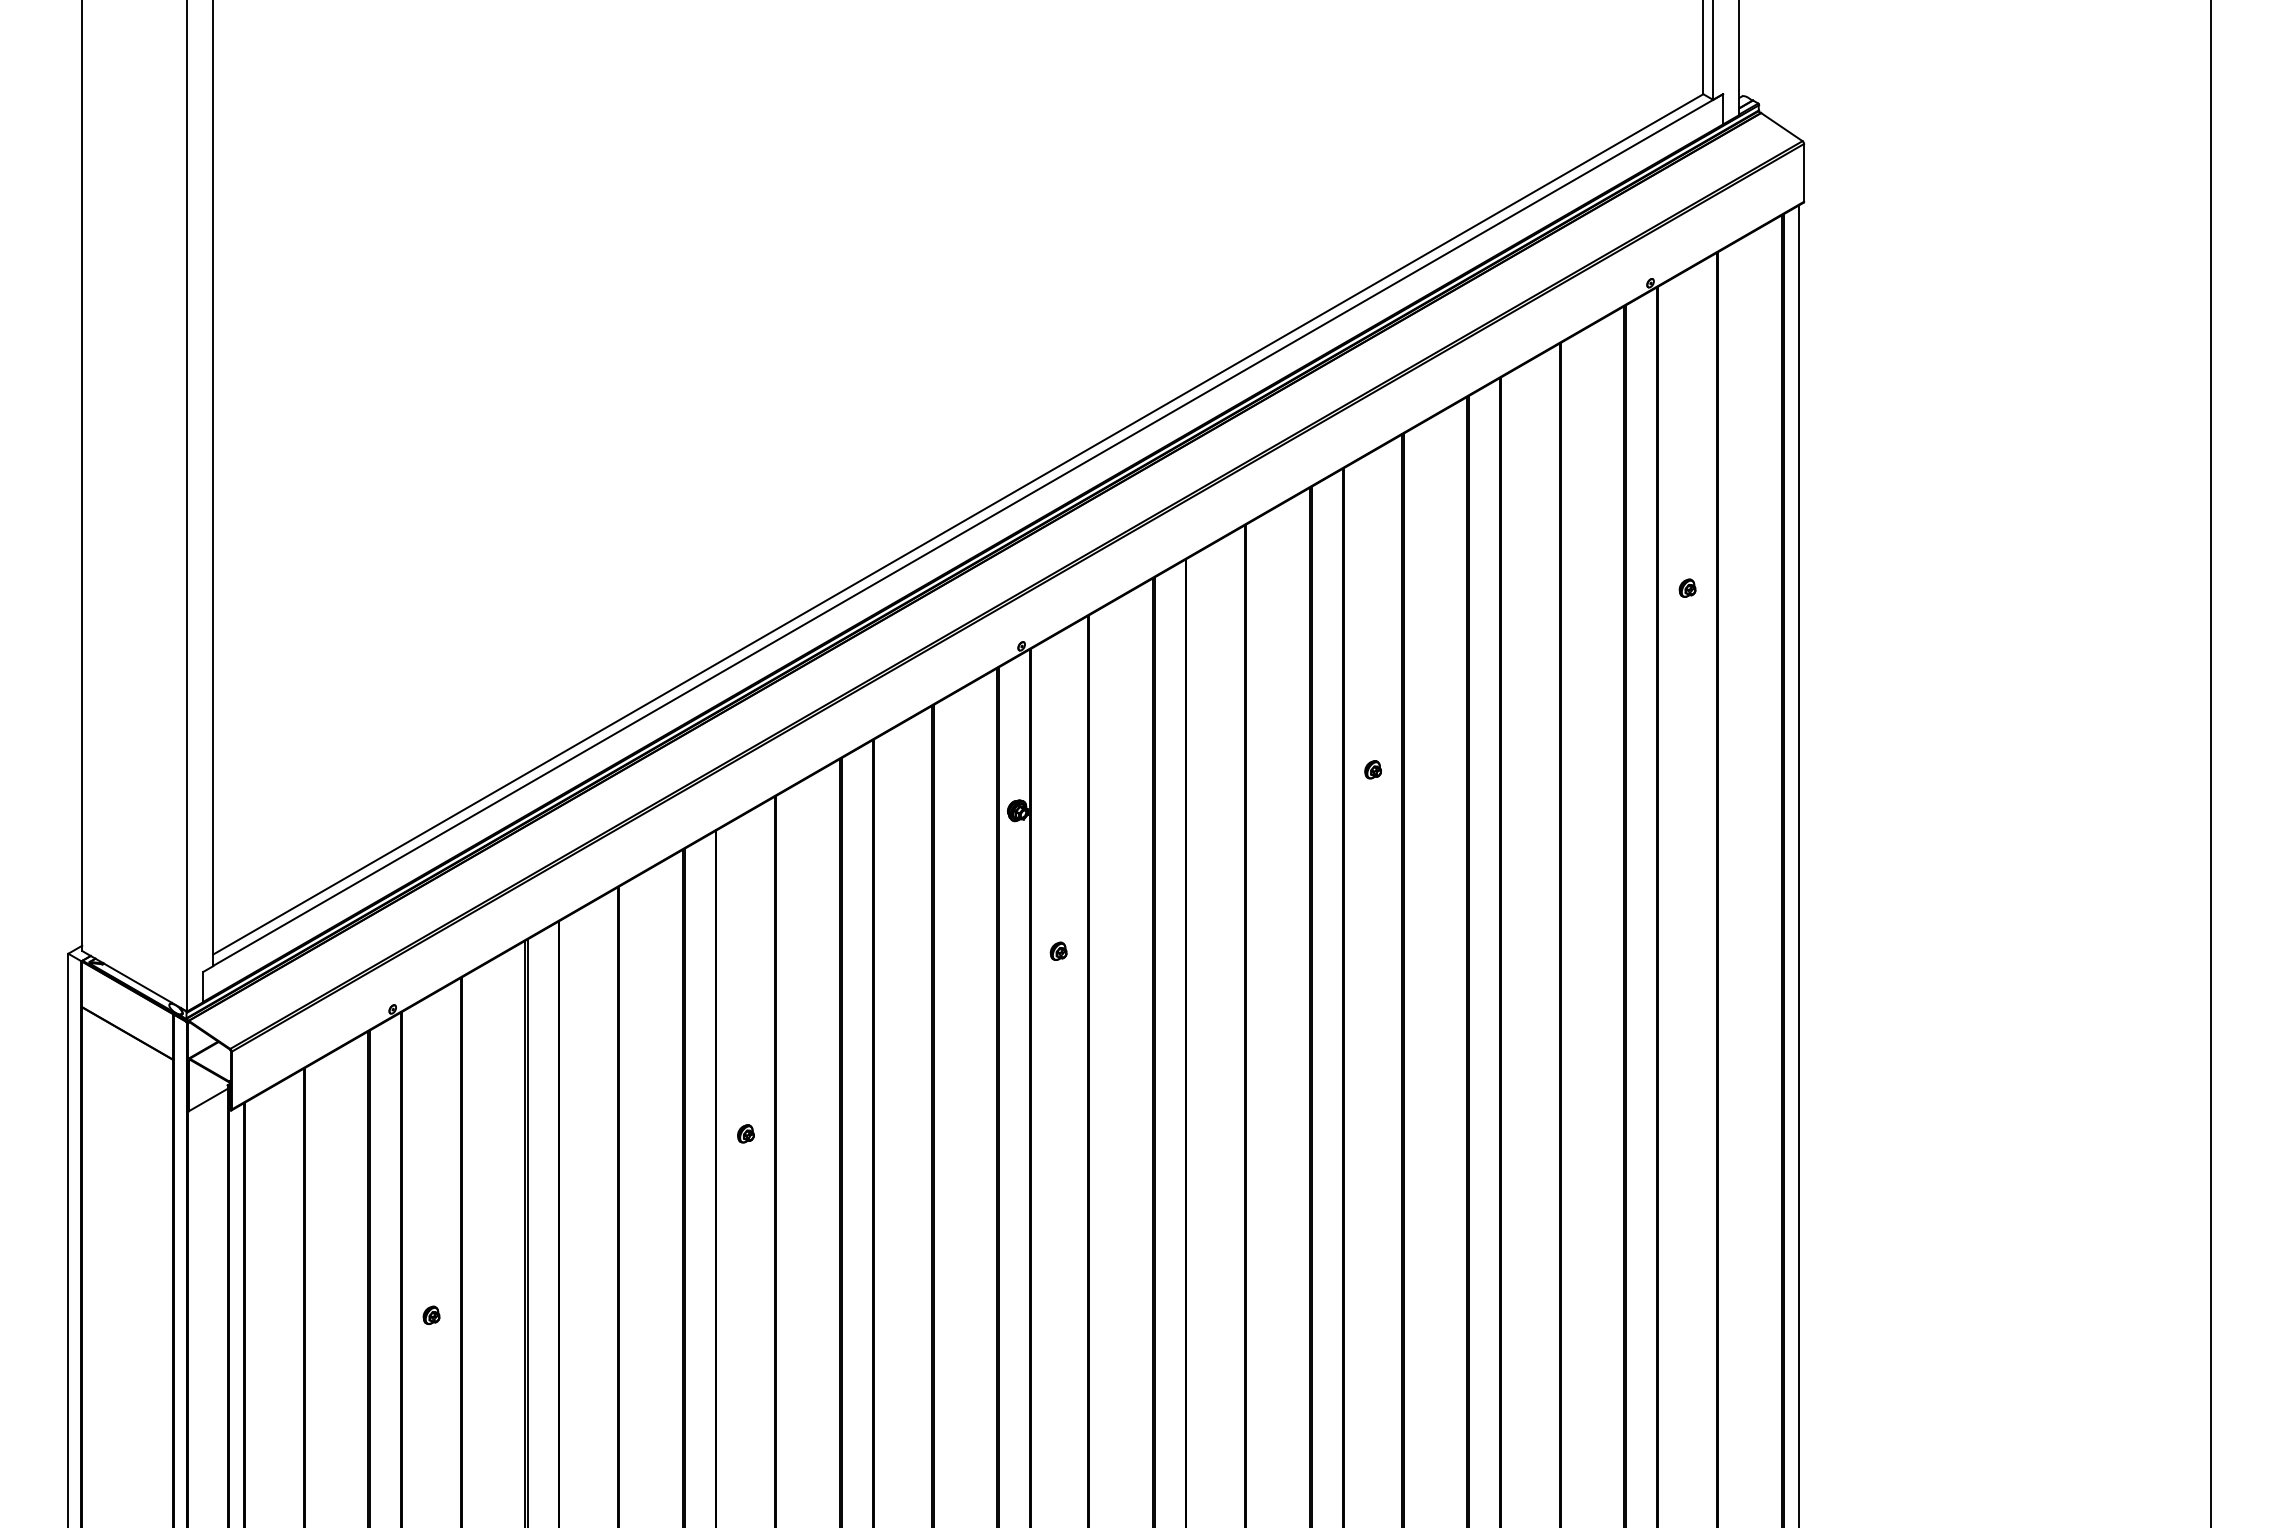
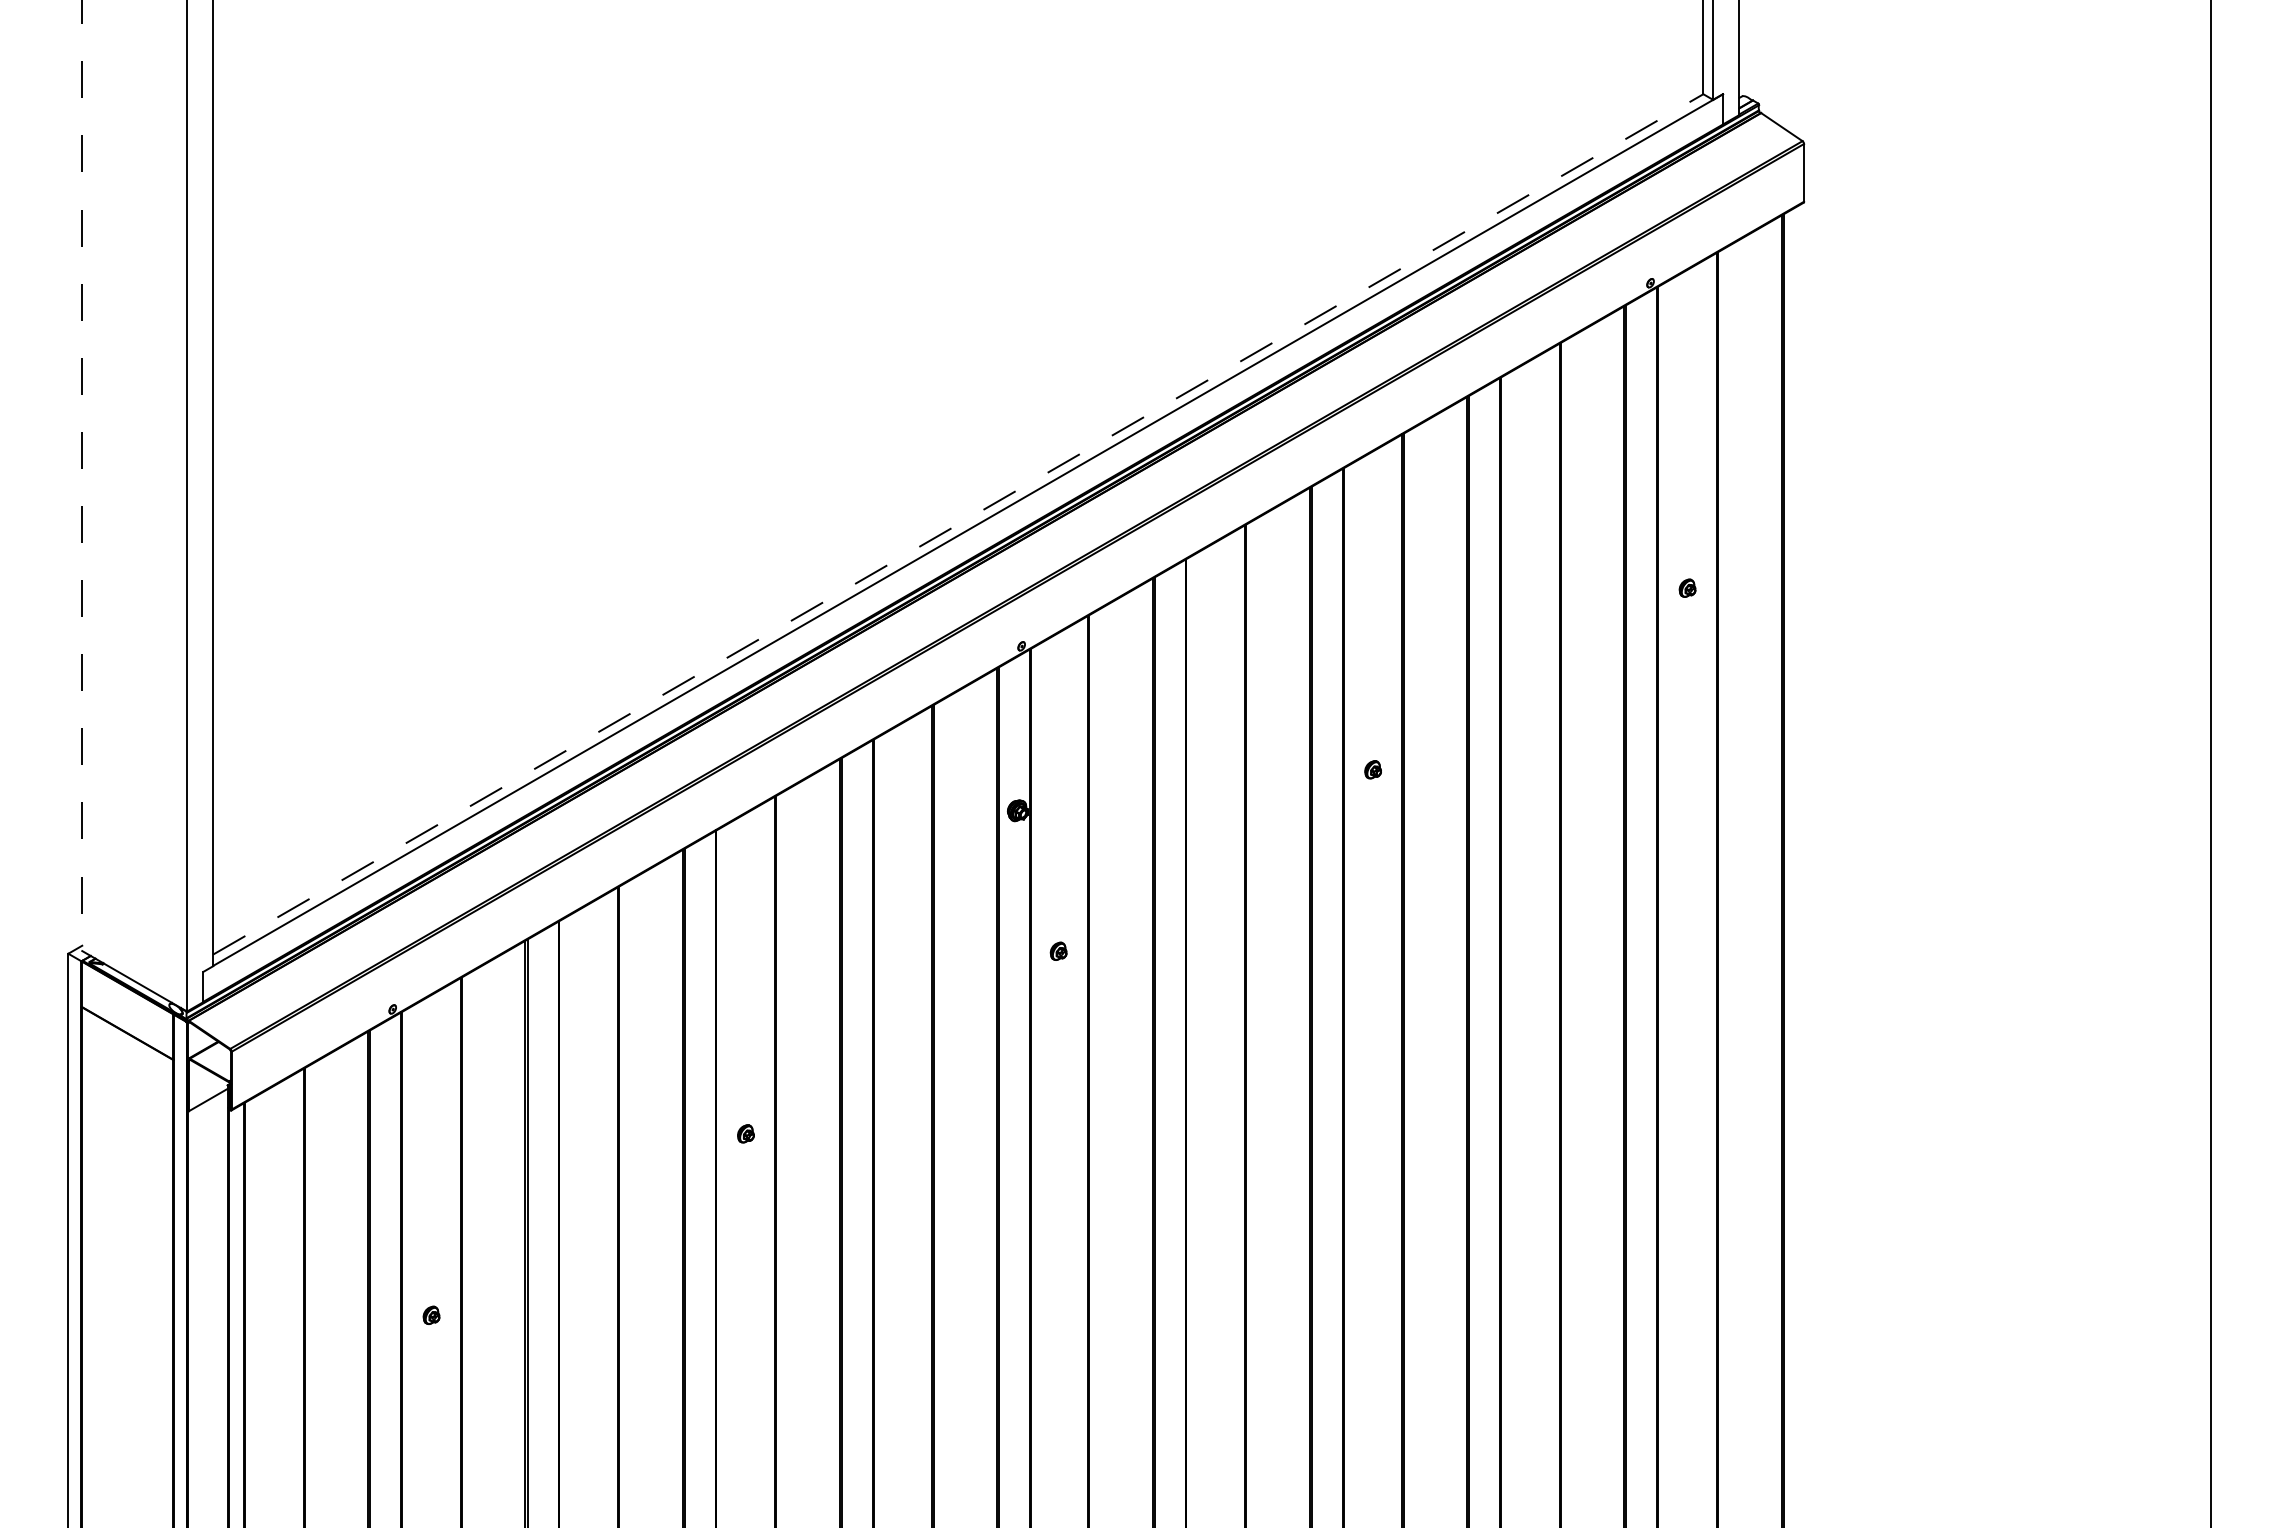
line at (82, 476): solid -> dashed
line at (958, 524): solid -> dashed
line at (1799, 864): present -> none
